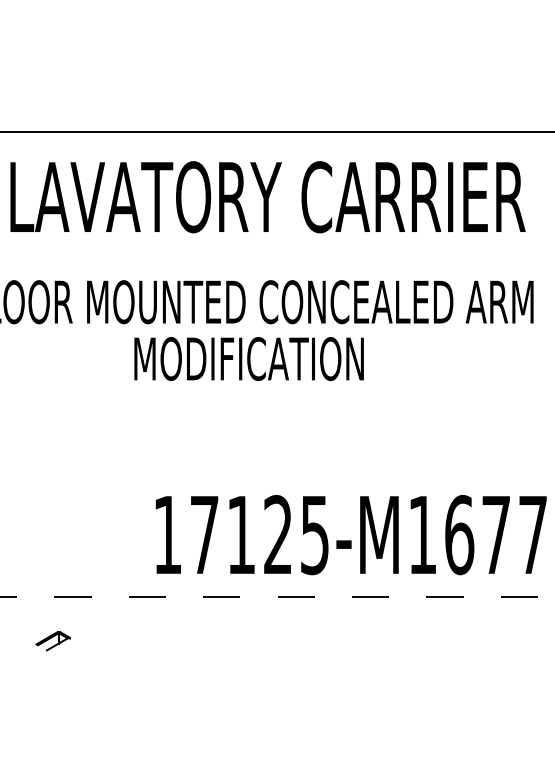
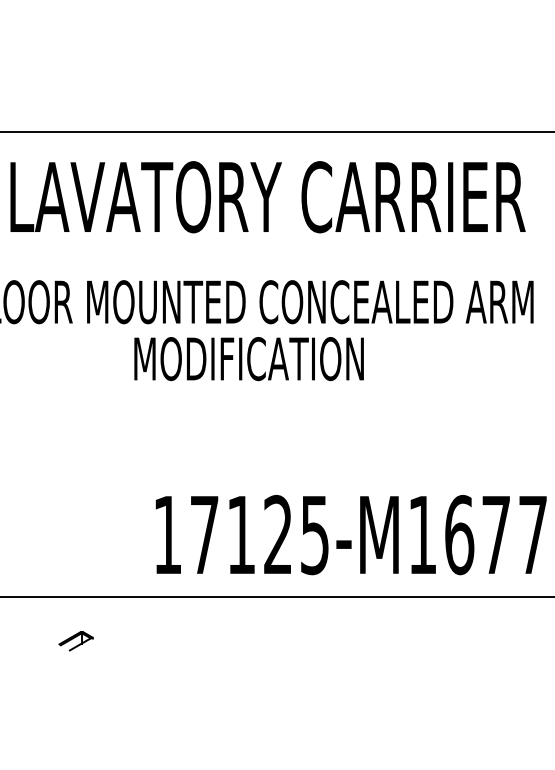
line at (277, 596): dashed -> solid
part at (52, 641) position: (52, 641) -> (75, 641)
